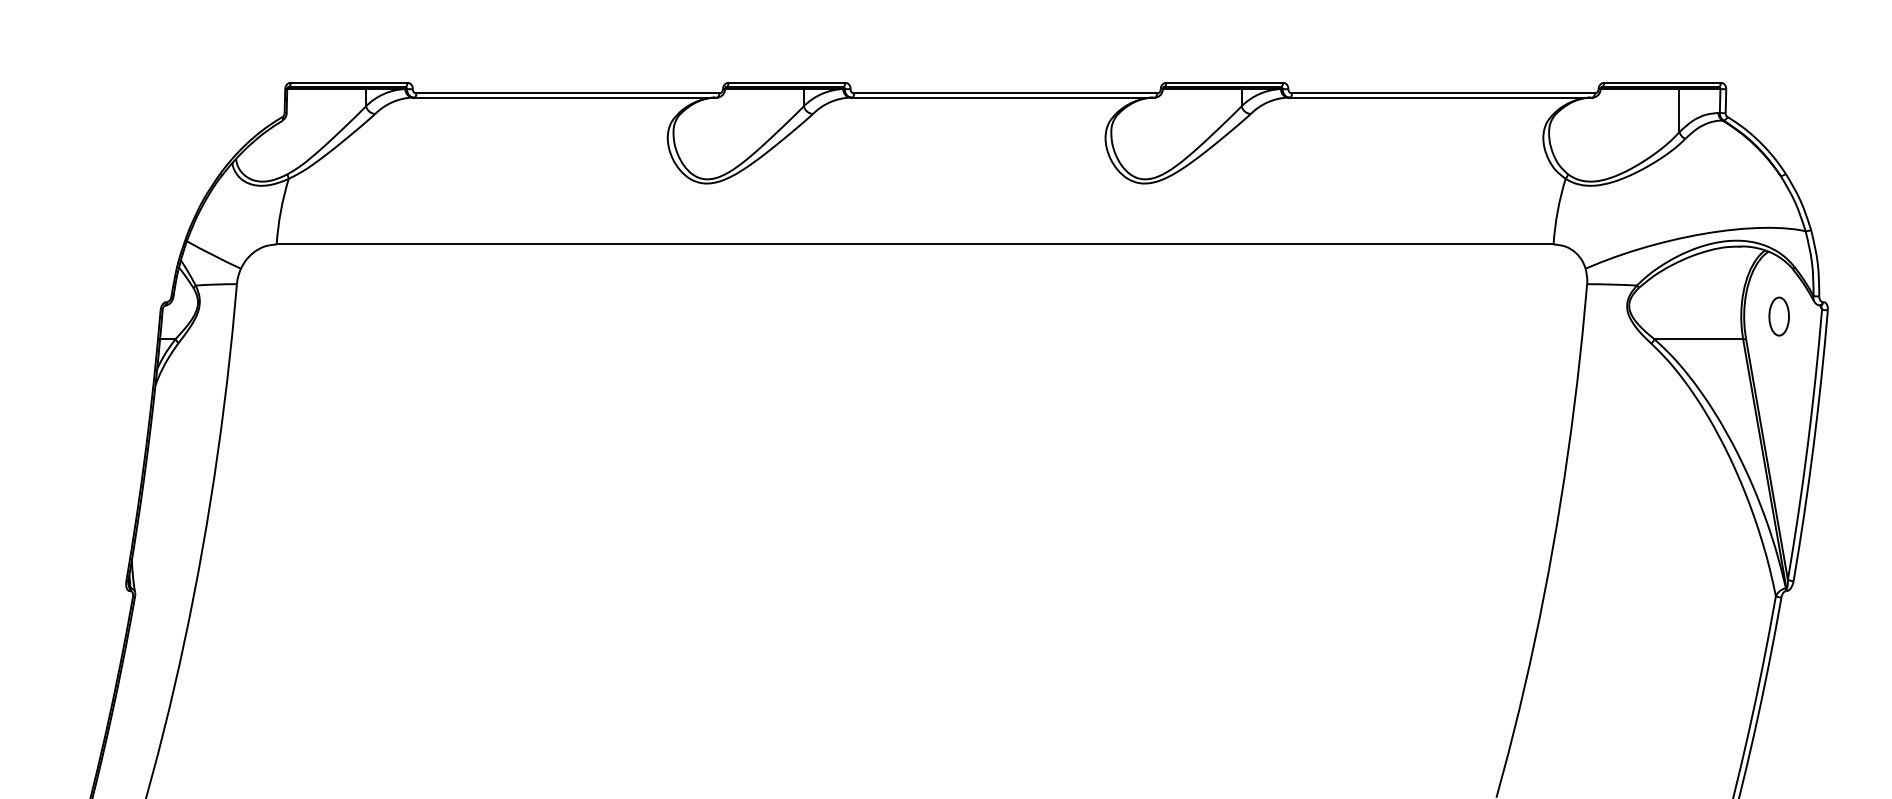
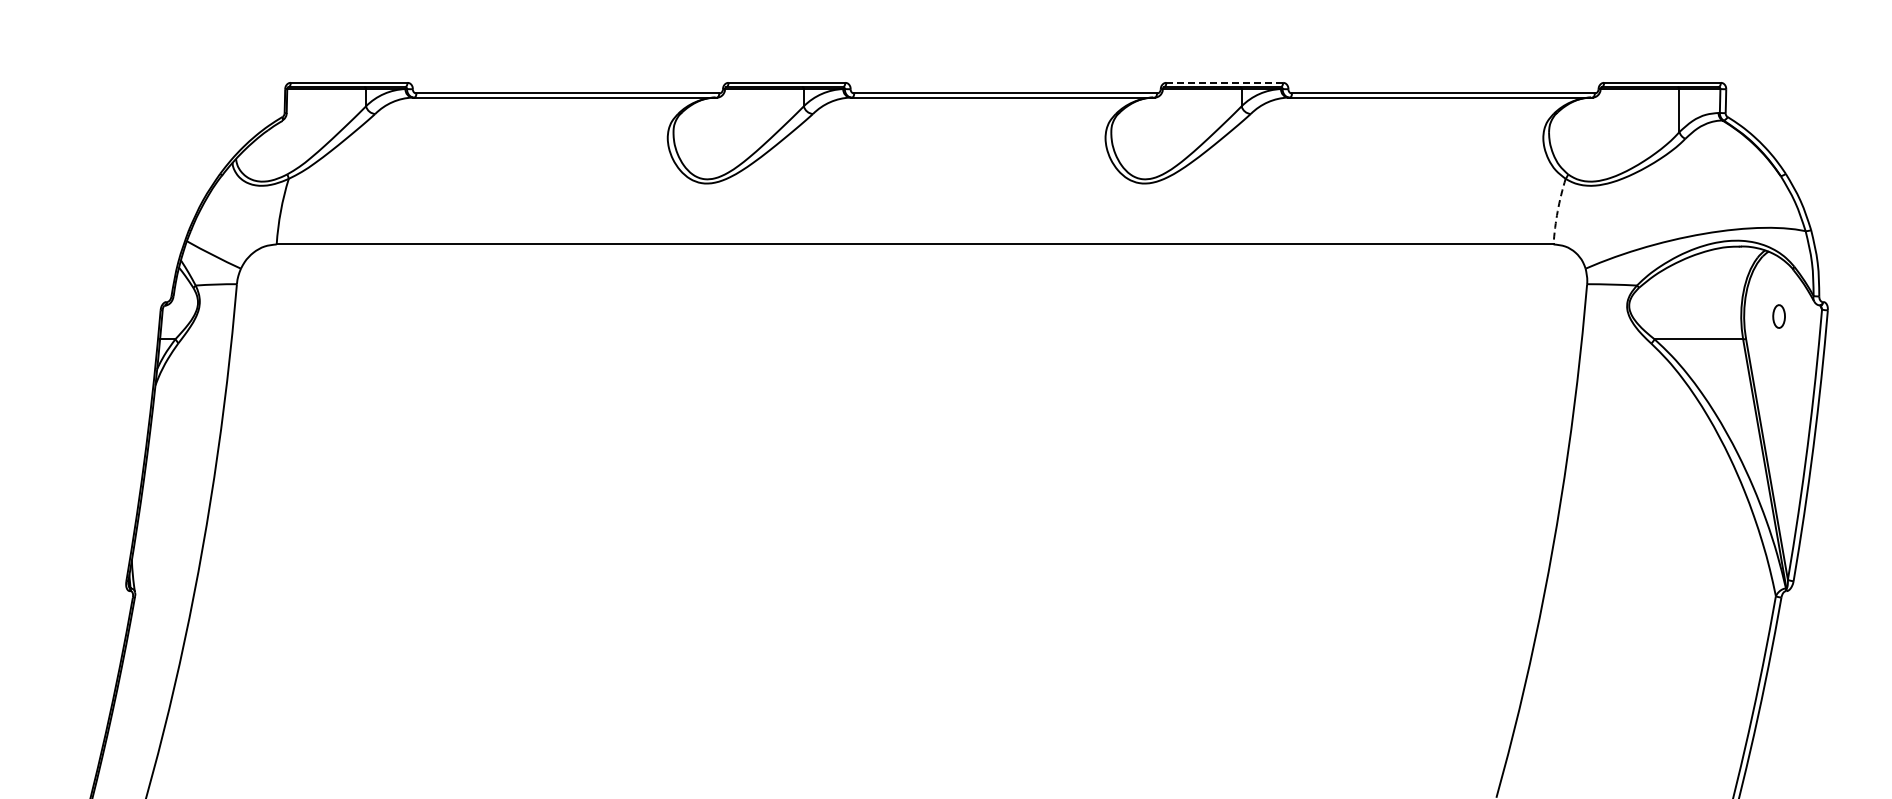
line at (1224, 82): solid -> dashed
arc at (1557, 211): solid -> dashed
part at (1778, 316) size: 22x41 px -> 14x25 px
